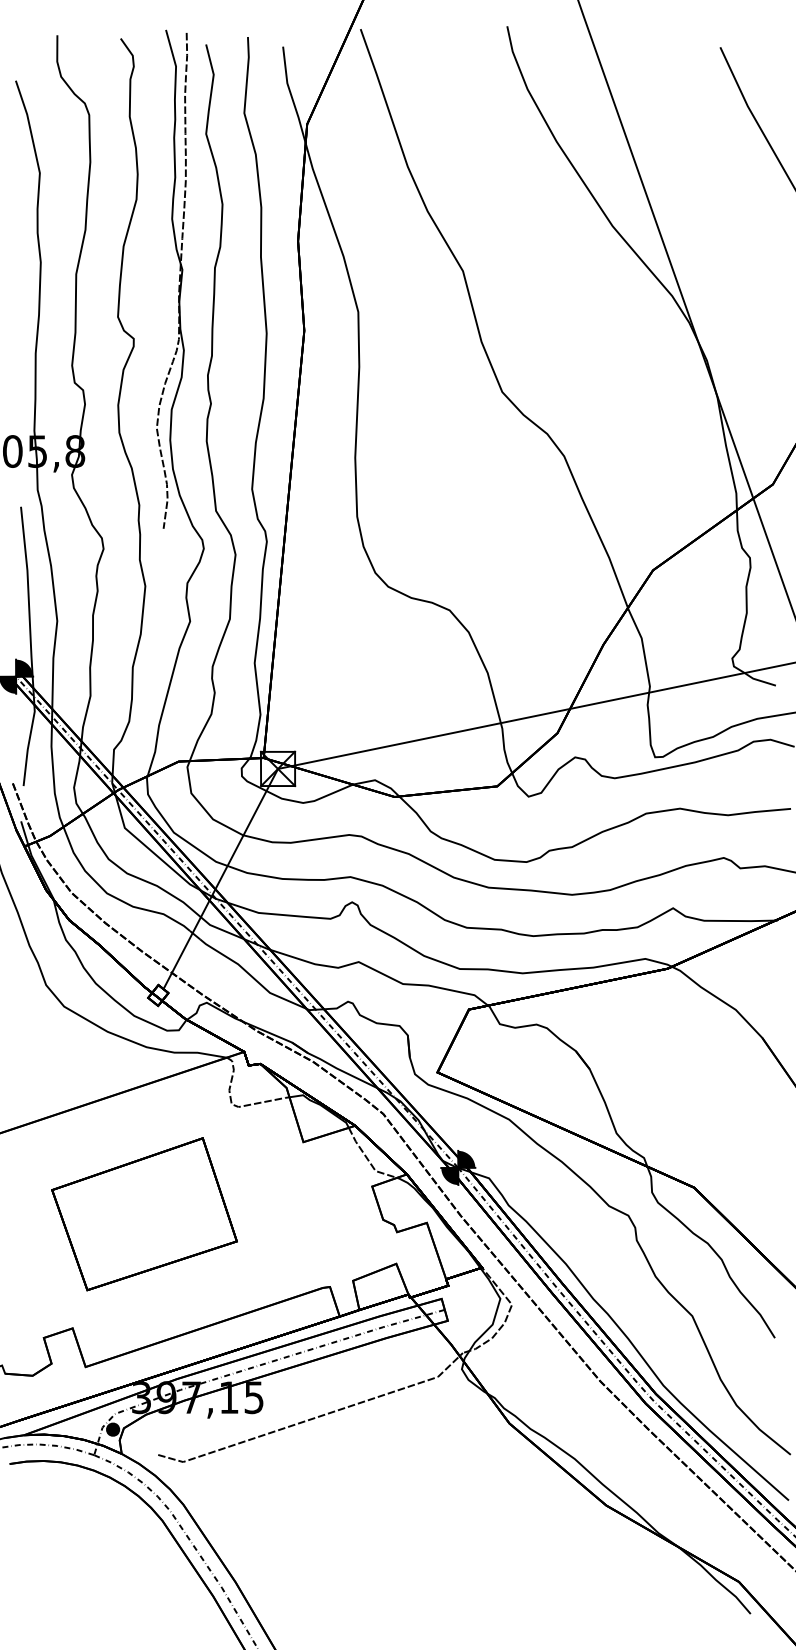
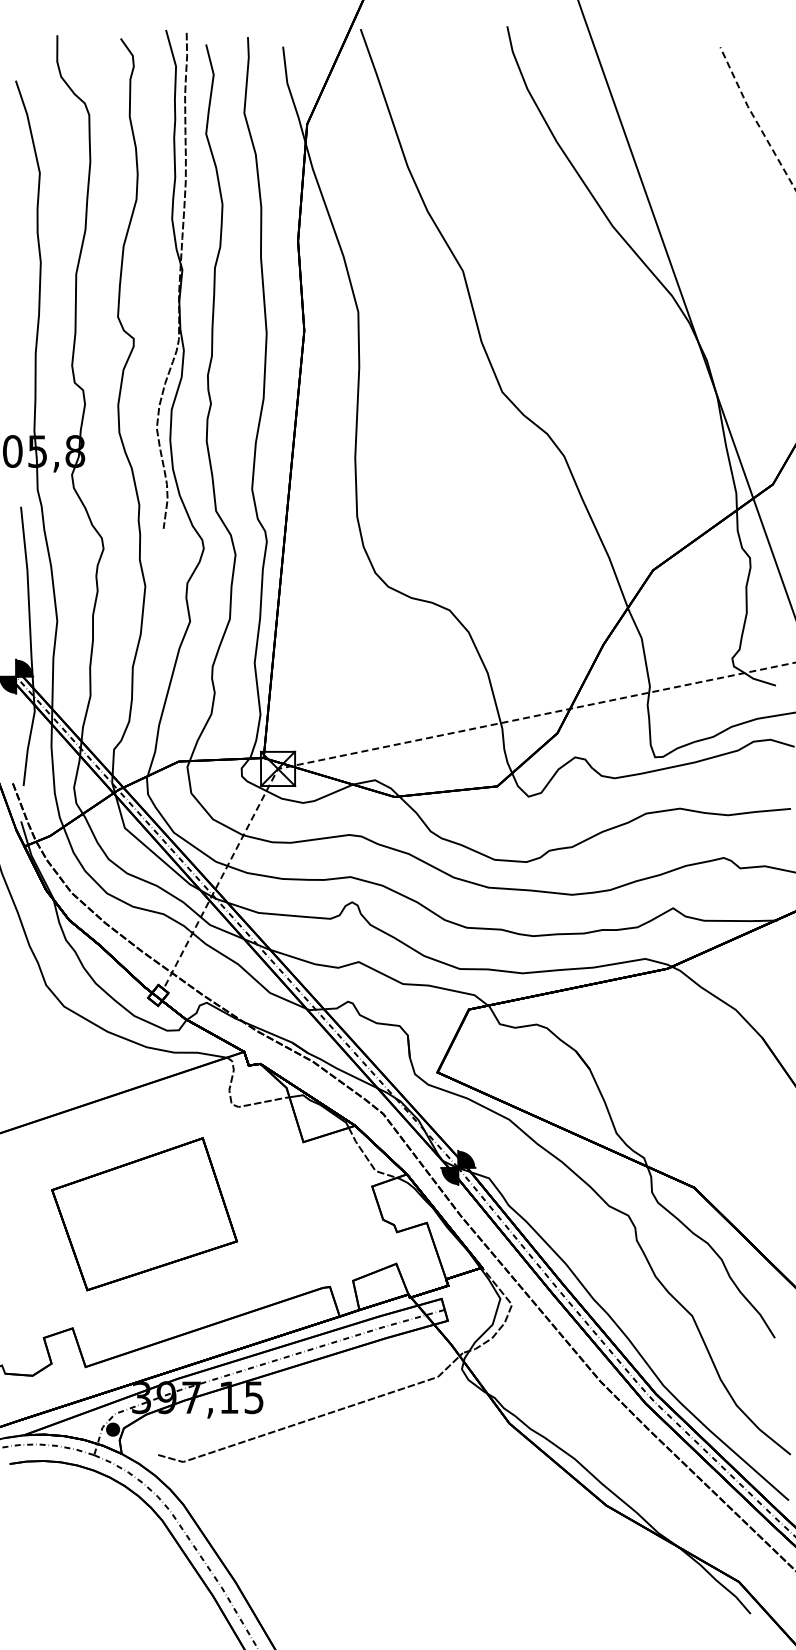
line at (755, 119): solid -> dashed
line at (413, 741): solid -> dashed
